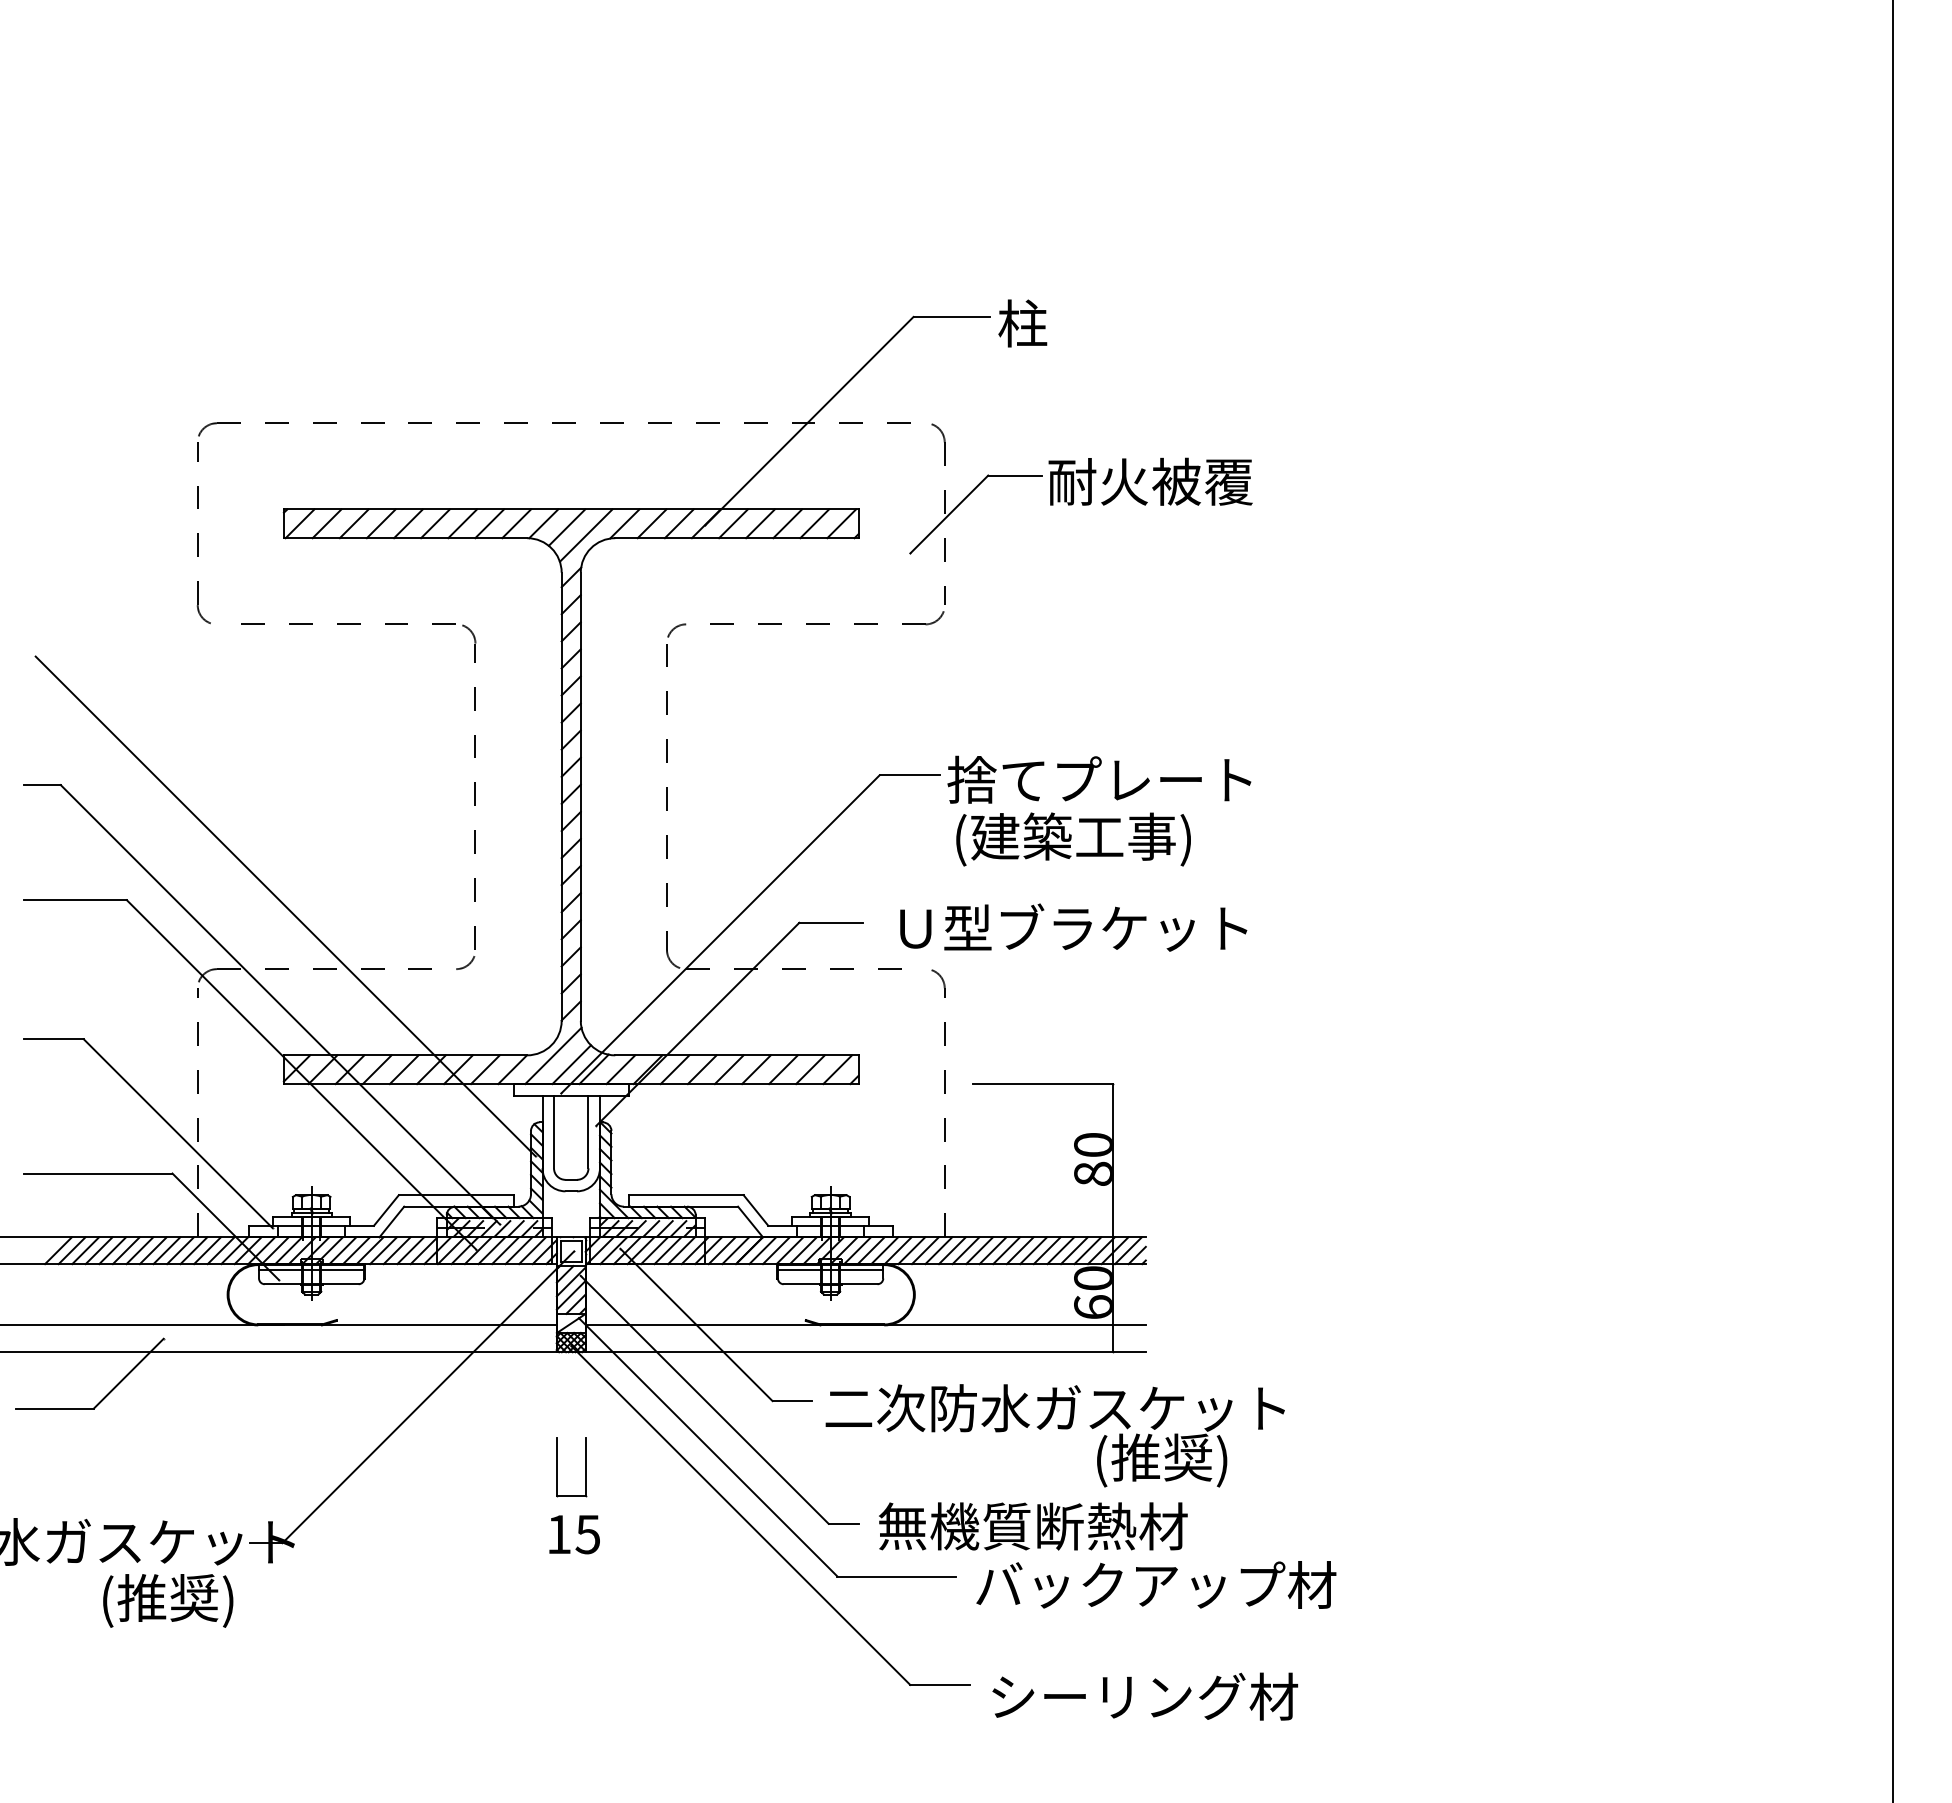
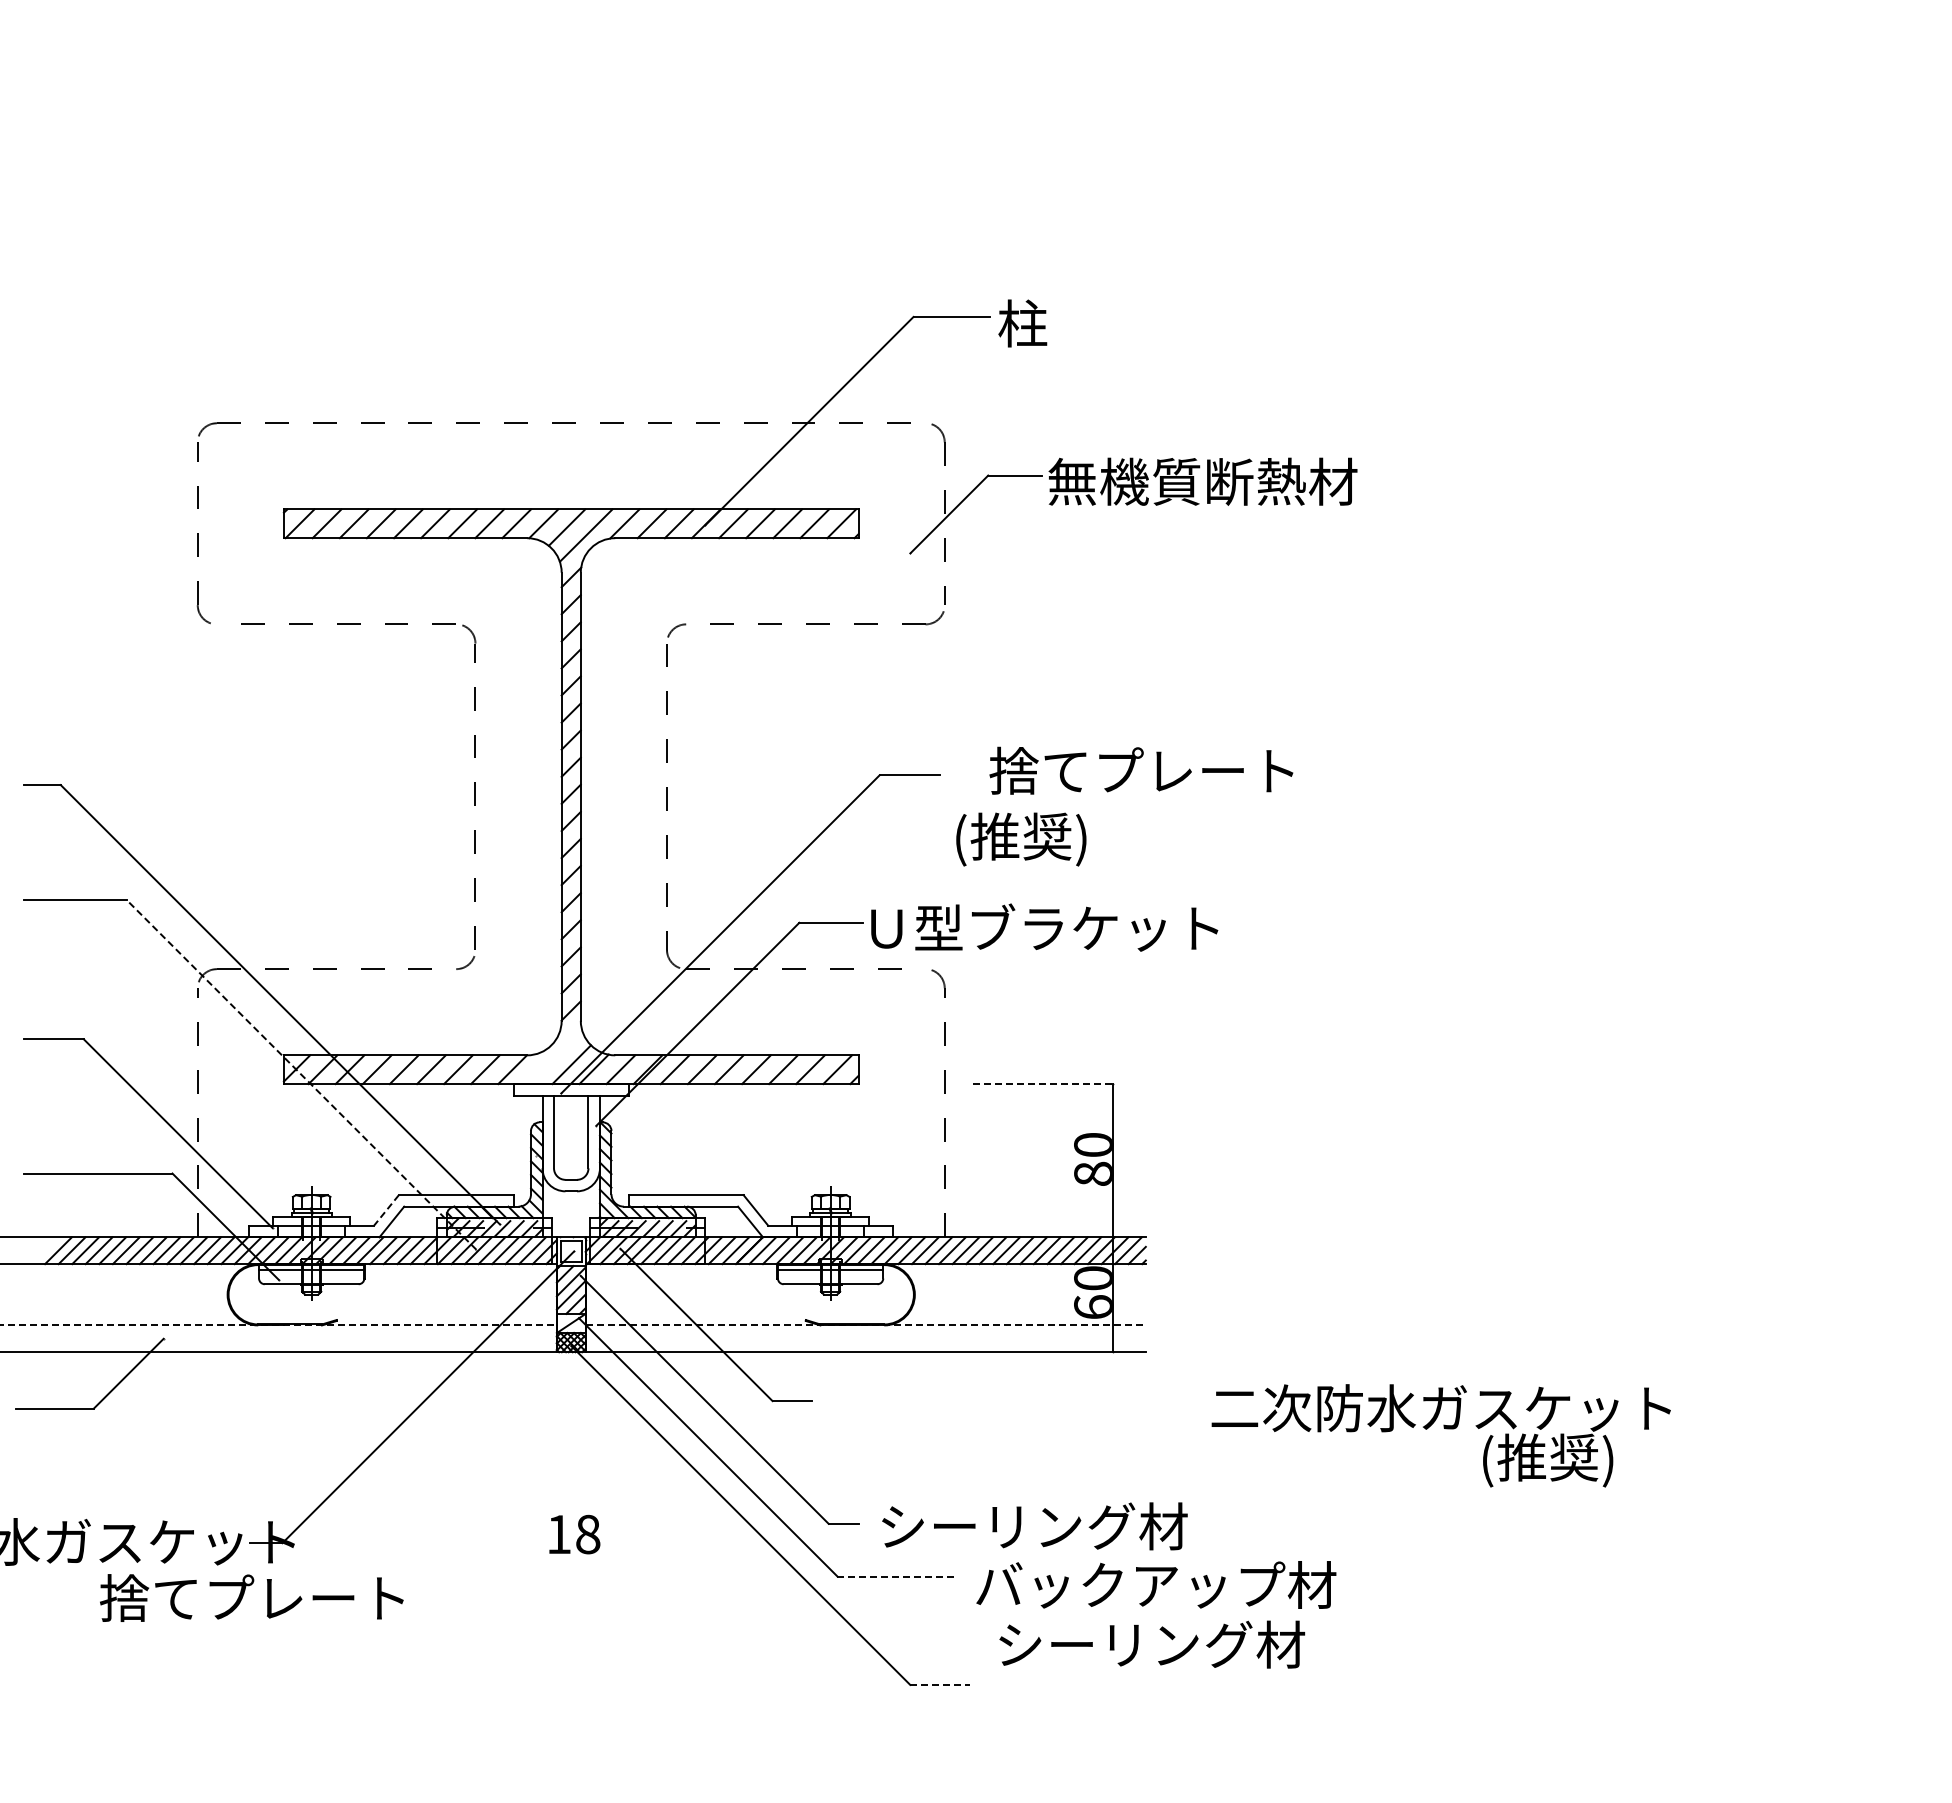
text at (1202, 481): 耐火被覆 -> 無機質断熱材
text at (1099, 779) position: (1099, 779) -> (1141, 770)
text at (1080, 839): (建築工事) -> (推奨)
line at (1893, 900): present -> none
line at (285, 906): present -> none
text at (1073, 927) position: (1073, 927) -> (1044, 927)
line at (553, 1055): present -> none
line at (301, 1074): solid -> dashed
line at (1043, 1084): solid -> dashed
line at (386, 1210): solid -> dashed
line at (279, 1325): solid -> dashed
line at (866, 1325): solid -> dashed
text at (1054, 1435) position: (1054, 1435) -> (1440, 1435)
part at (557, 1467): present -> none
text at (1007, 1526): 無機質断熱材 -> シーリング材
text at (587, 1534): 15 -> 18
line at (897, 1576): solid -> dashed
text at (251, 1600): (推奨) -> 捨てプレート
line at (940, 1684): solid -> dashed
text at (1145, 1696) position: (1145, 1696) -> (1152, 1644)
